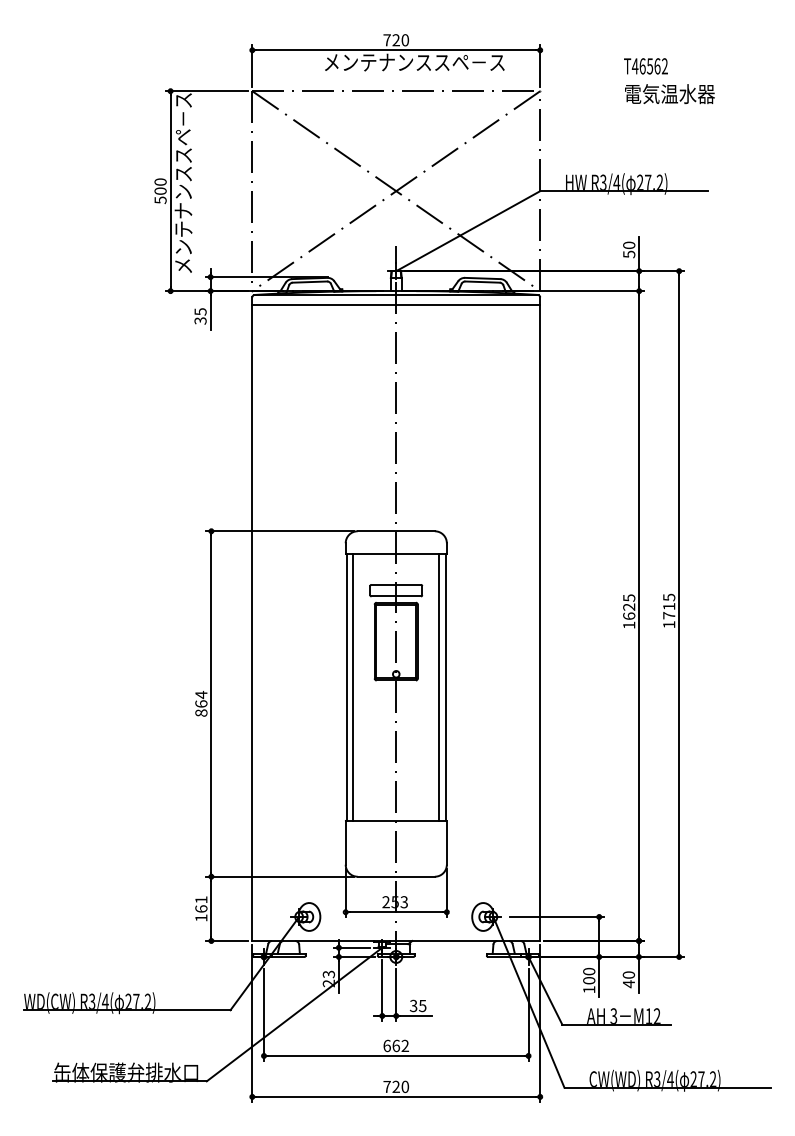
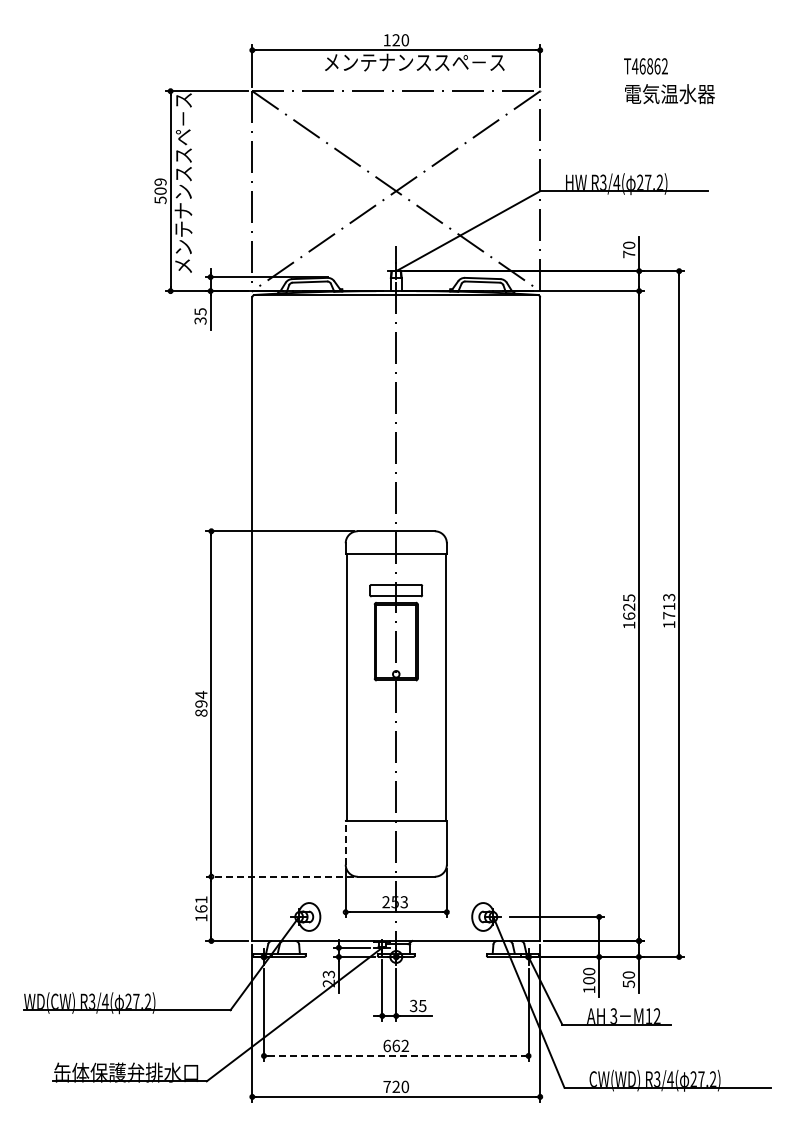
text at (386, 40): 720 -> 120
text at (650, 66): T46562 -> T46862
text at (160, 181): 500 -> 509
text at (629, 254): 50 -> 70
line at (396, 305): present -> none
text at (668, 596): 1715 -> 1713
line at (353, 687): present -> none
line at (439, 687): present -> none
text at (201, 703): 864 -> 894
line at (345, 843): solid -> dashed
line at (280, 876): solid -> dashed
text at (629, 984): 40 -> 50
line at (396, 1055): solid -> dashed
